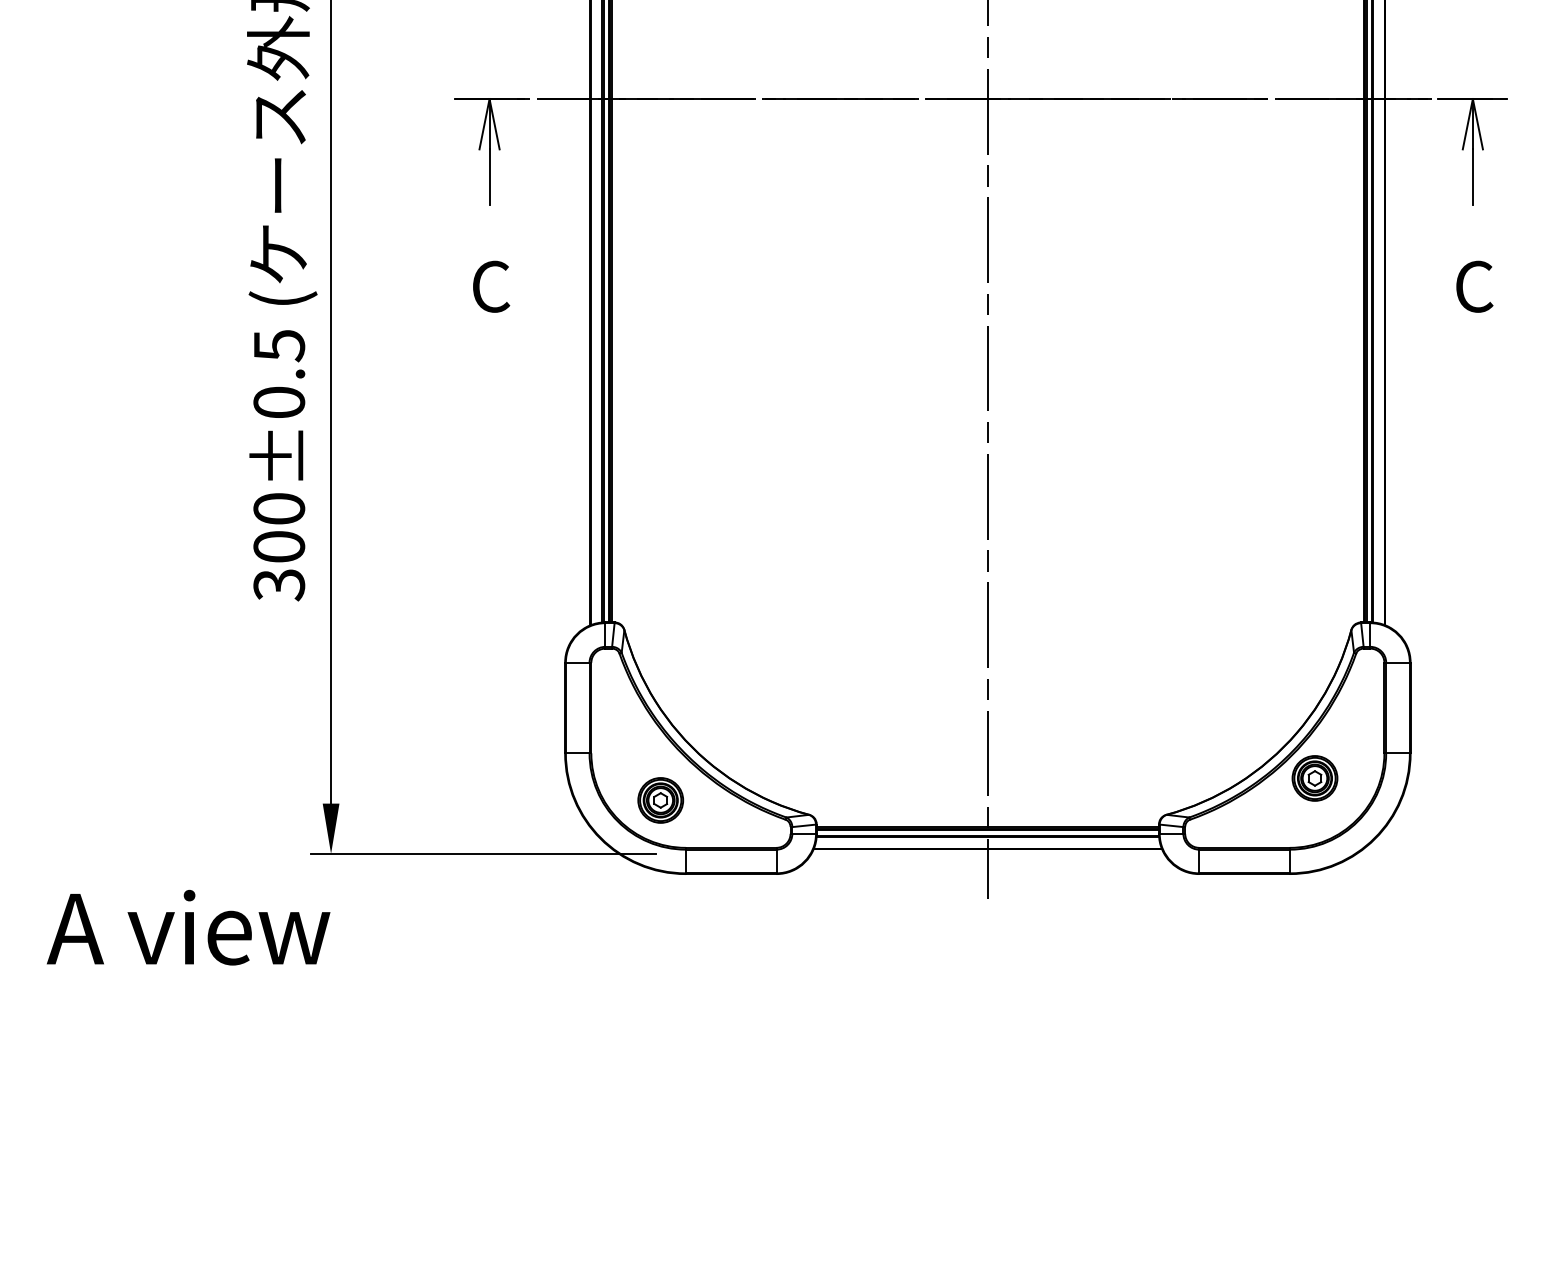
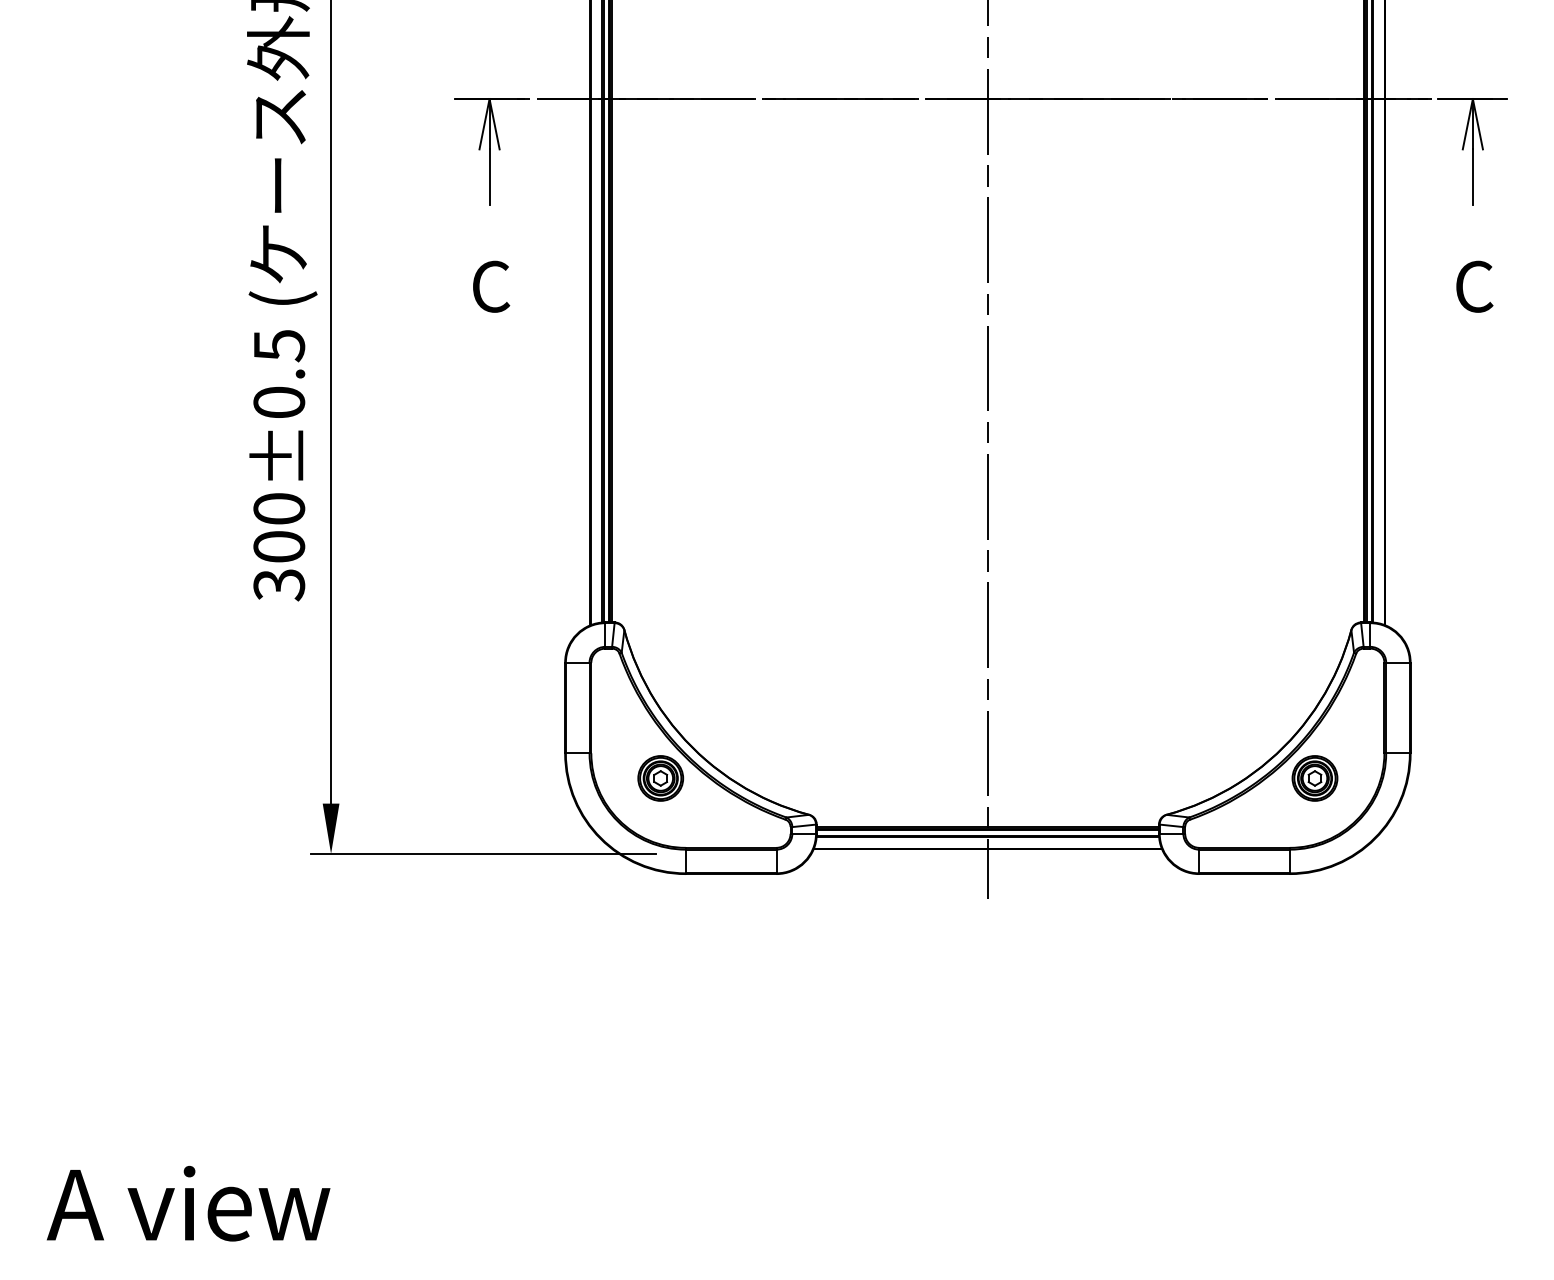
part at (660, 800) position: (660, 800) -> (660, 778)
text at (188, 927) position: (188, 927) -> (188, 1203)
